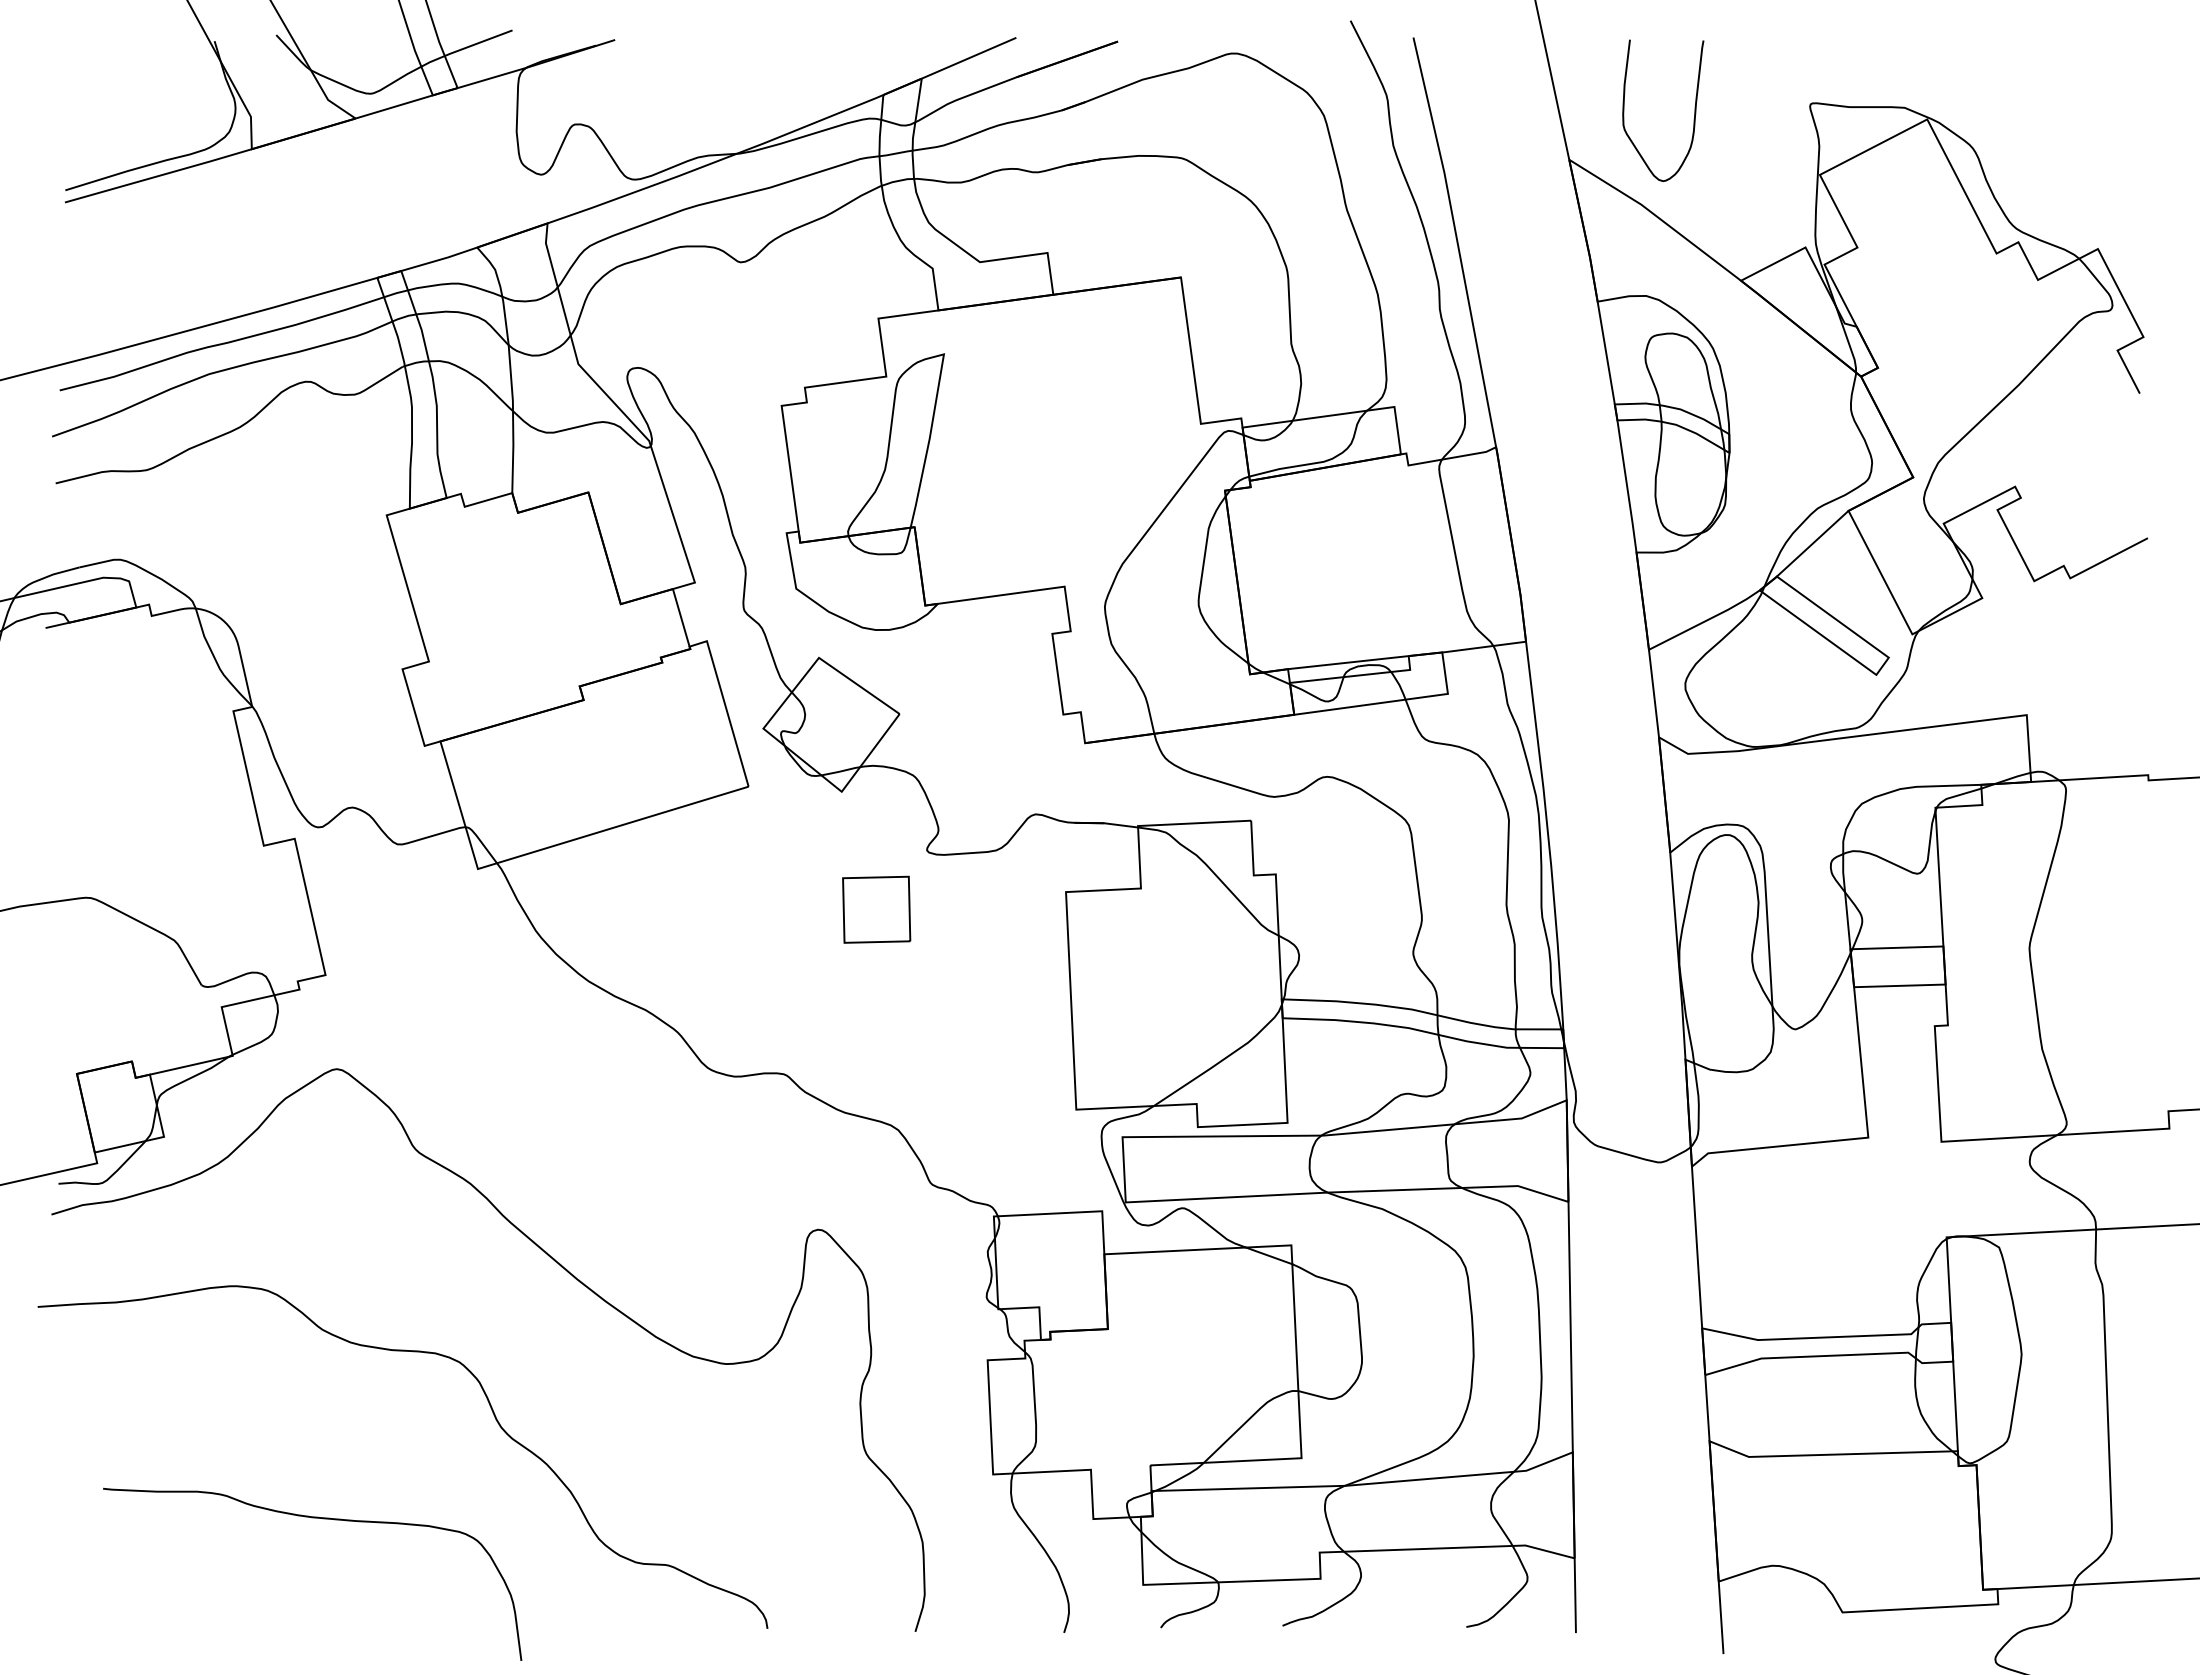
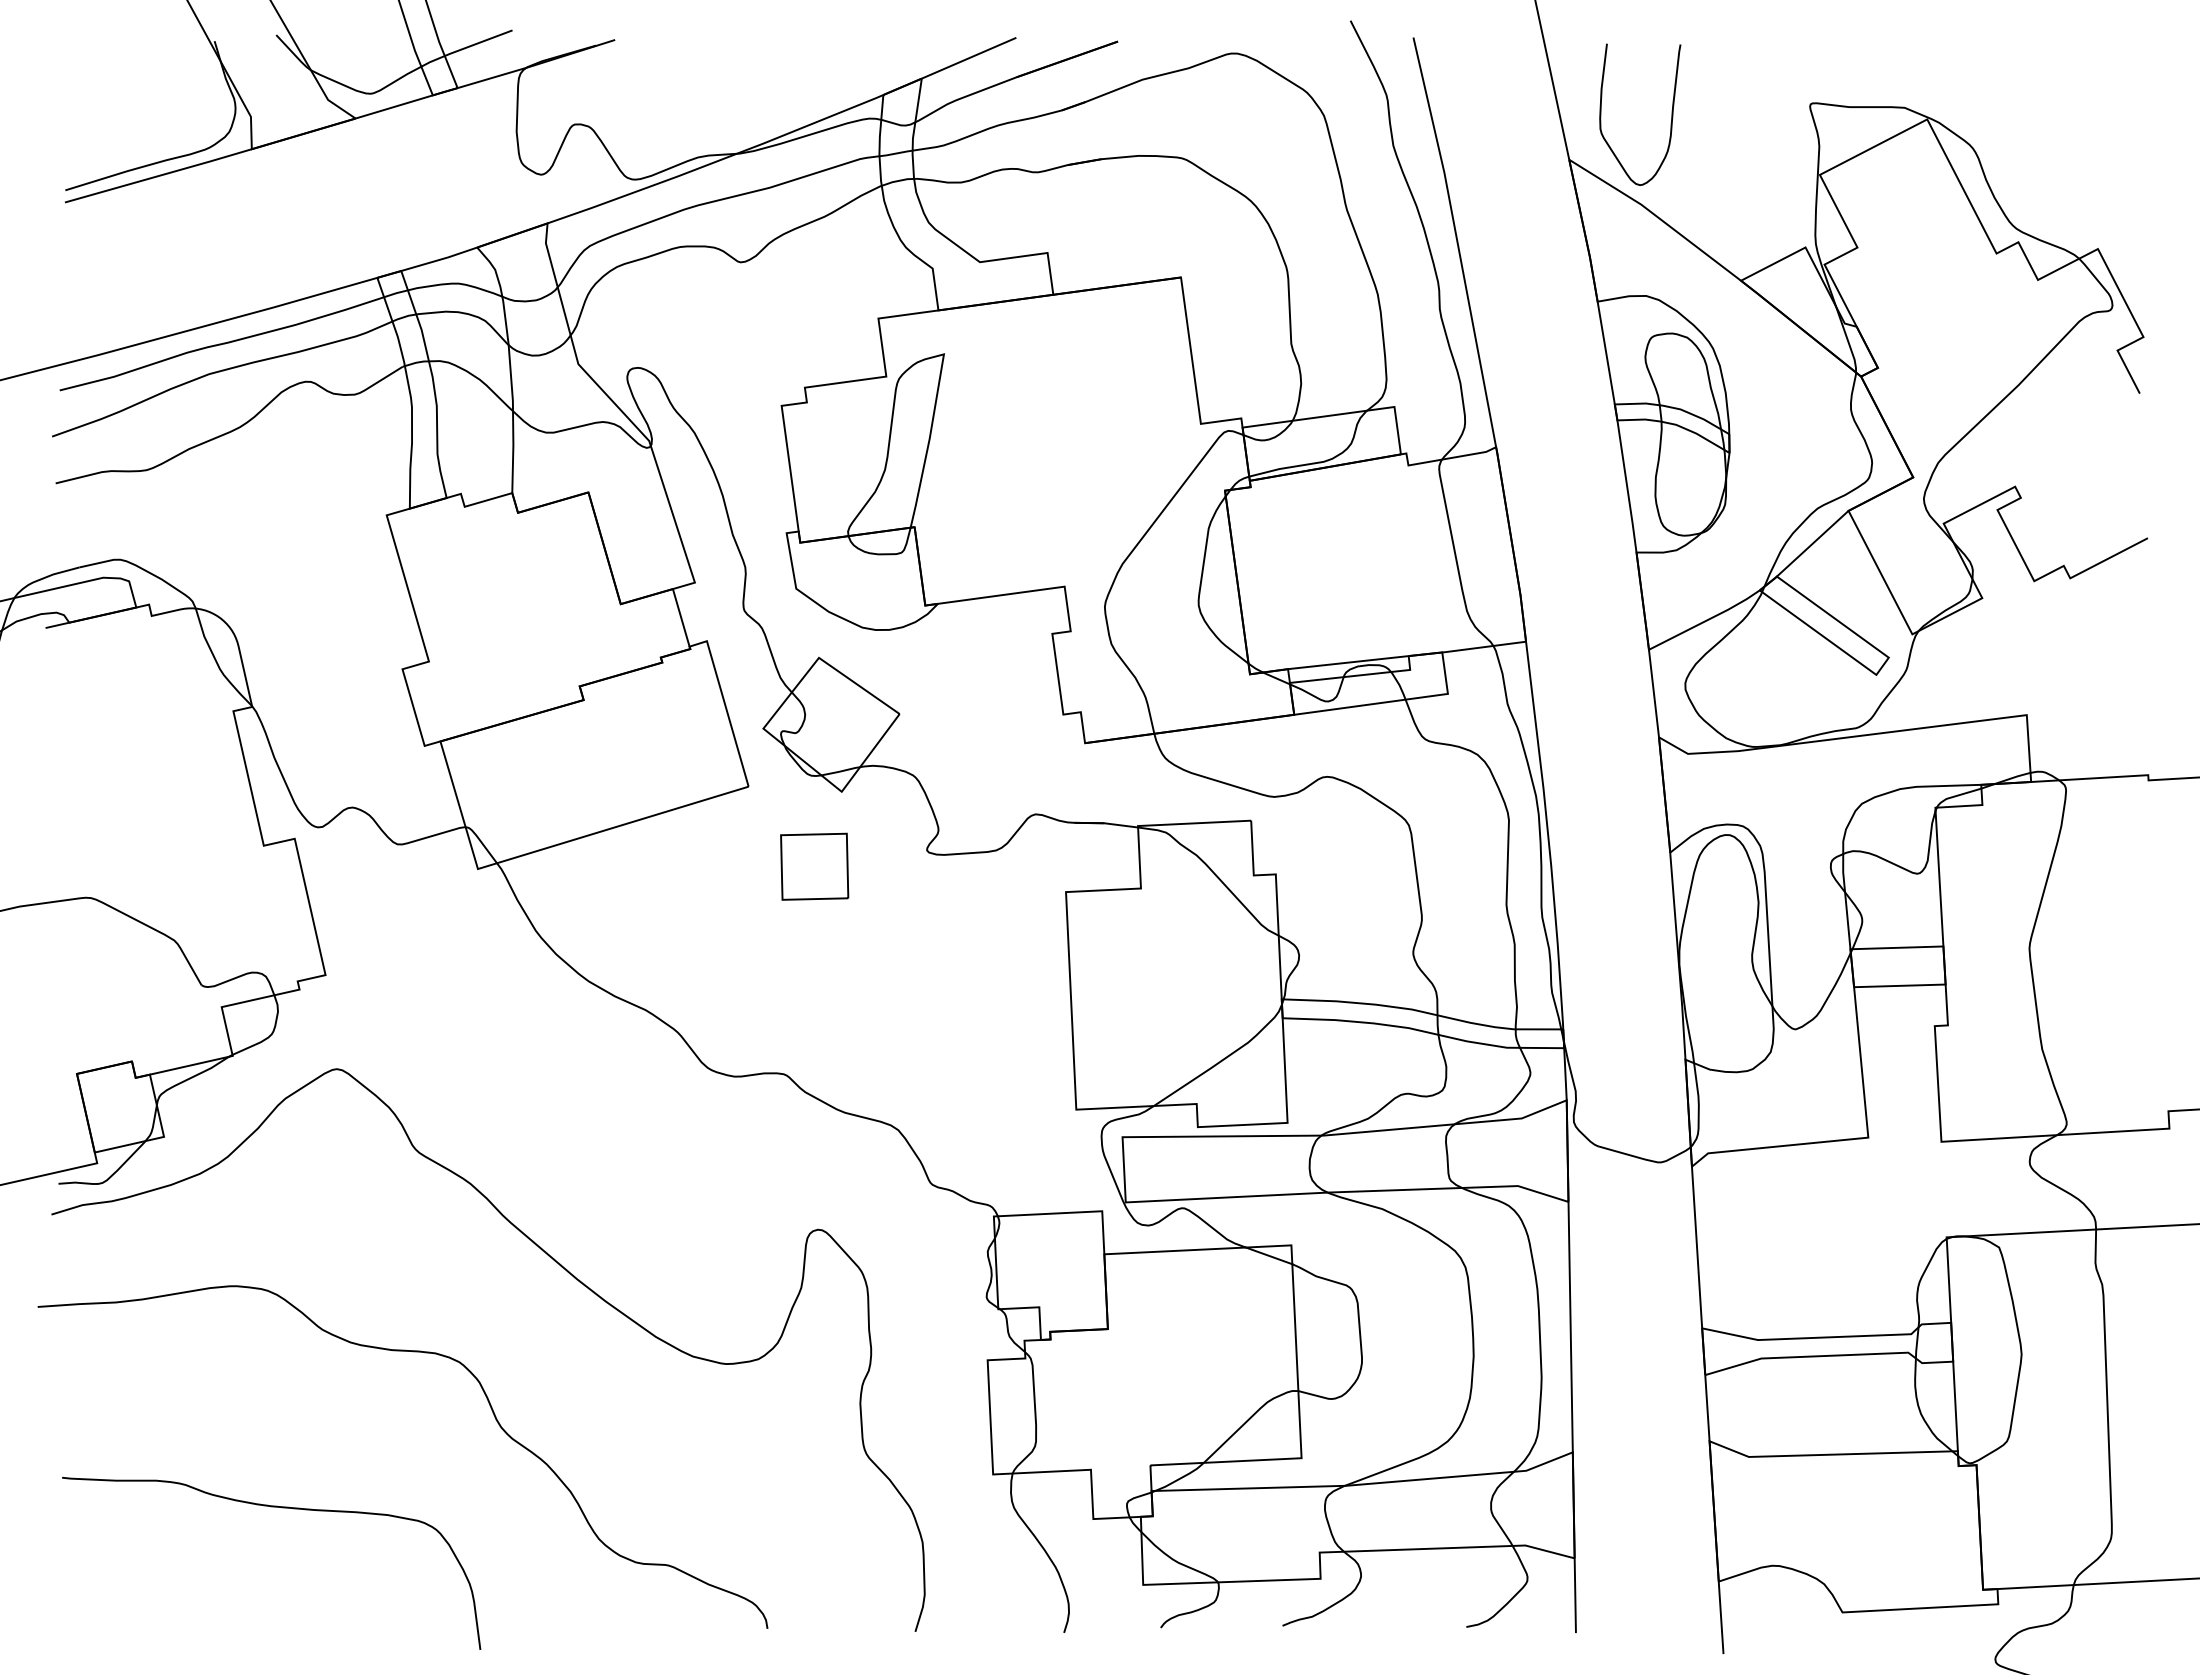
curve at (1694, 110) position: (1694, 110) -> (1671, 114)
part at (876, 909) position: (876, 909) -> (814, 866)
curve at (312, 1518) position: (312, 1518) -> (271, 1507)
